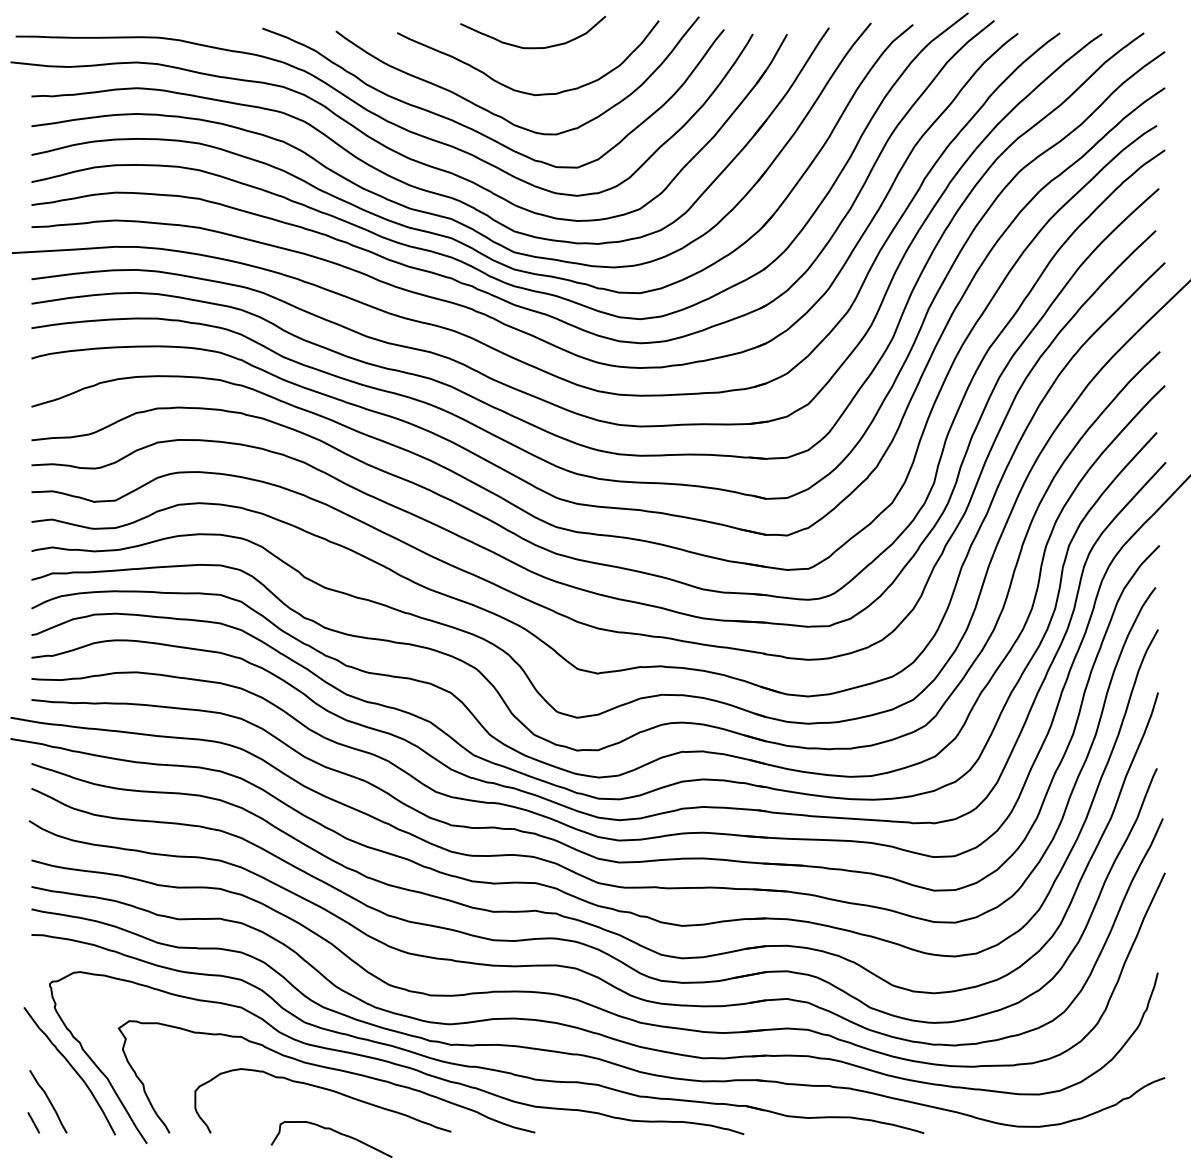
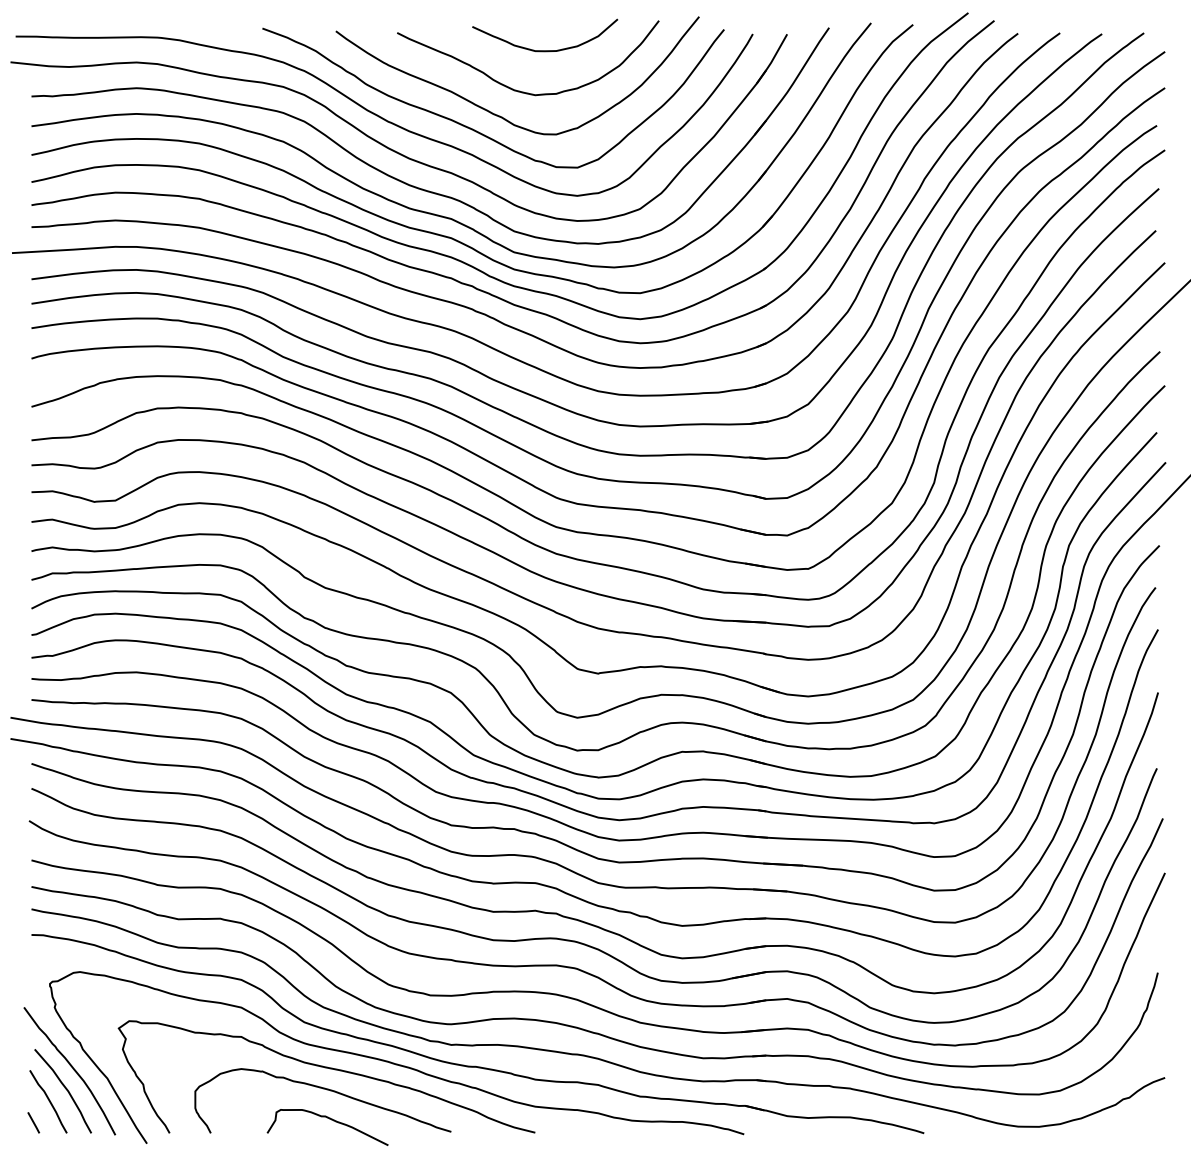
curve at (533, 47) position: (533, 47) -> (545, 50)
curve at (64, 1088): none -> present
curve at (335, 1132) position: (335, 1132) -> (331, 1120)
